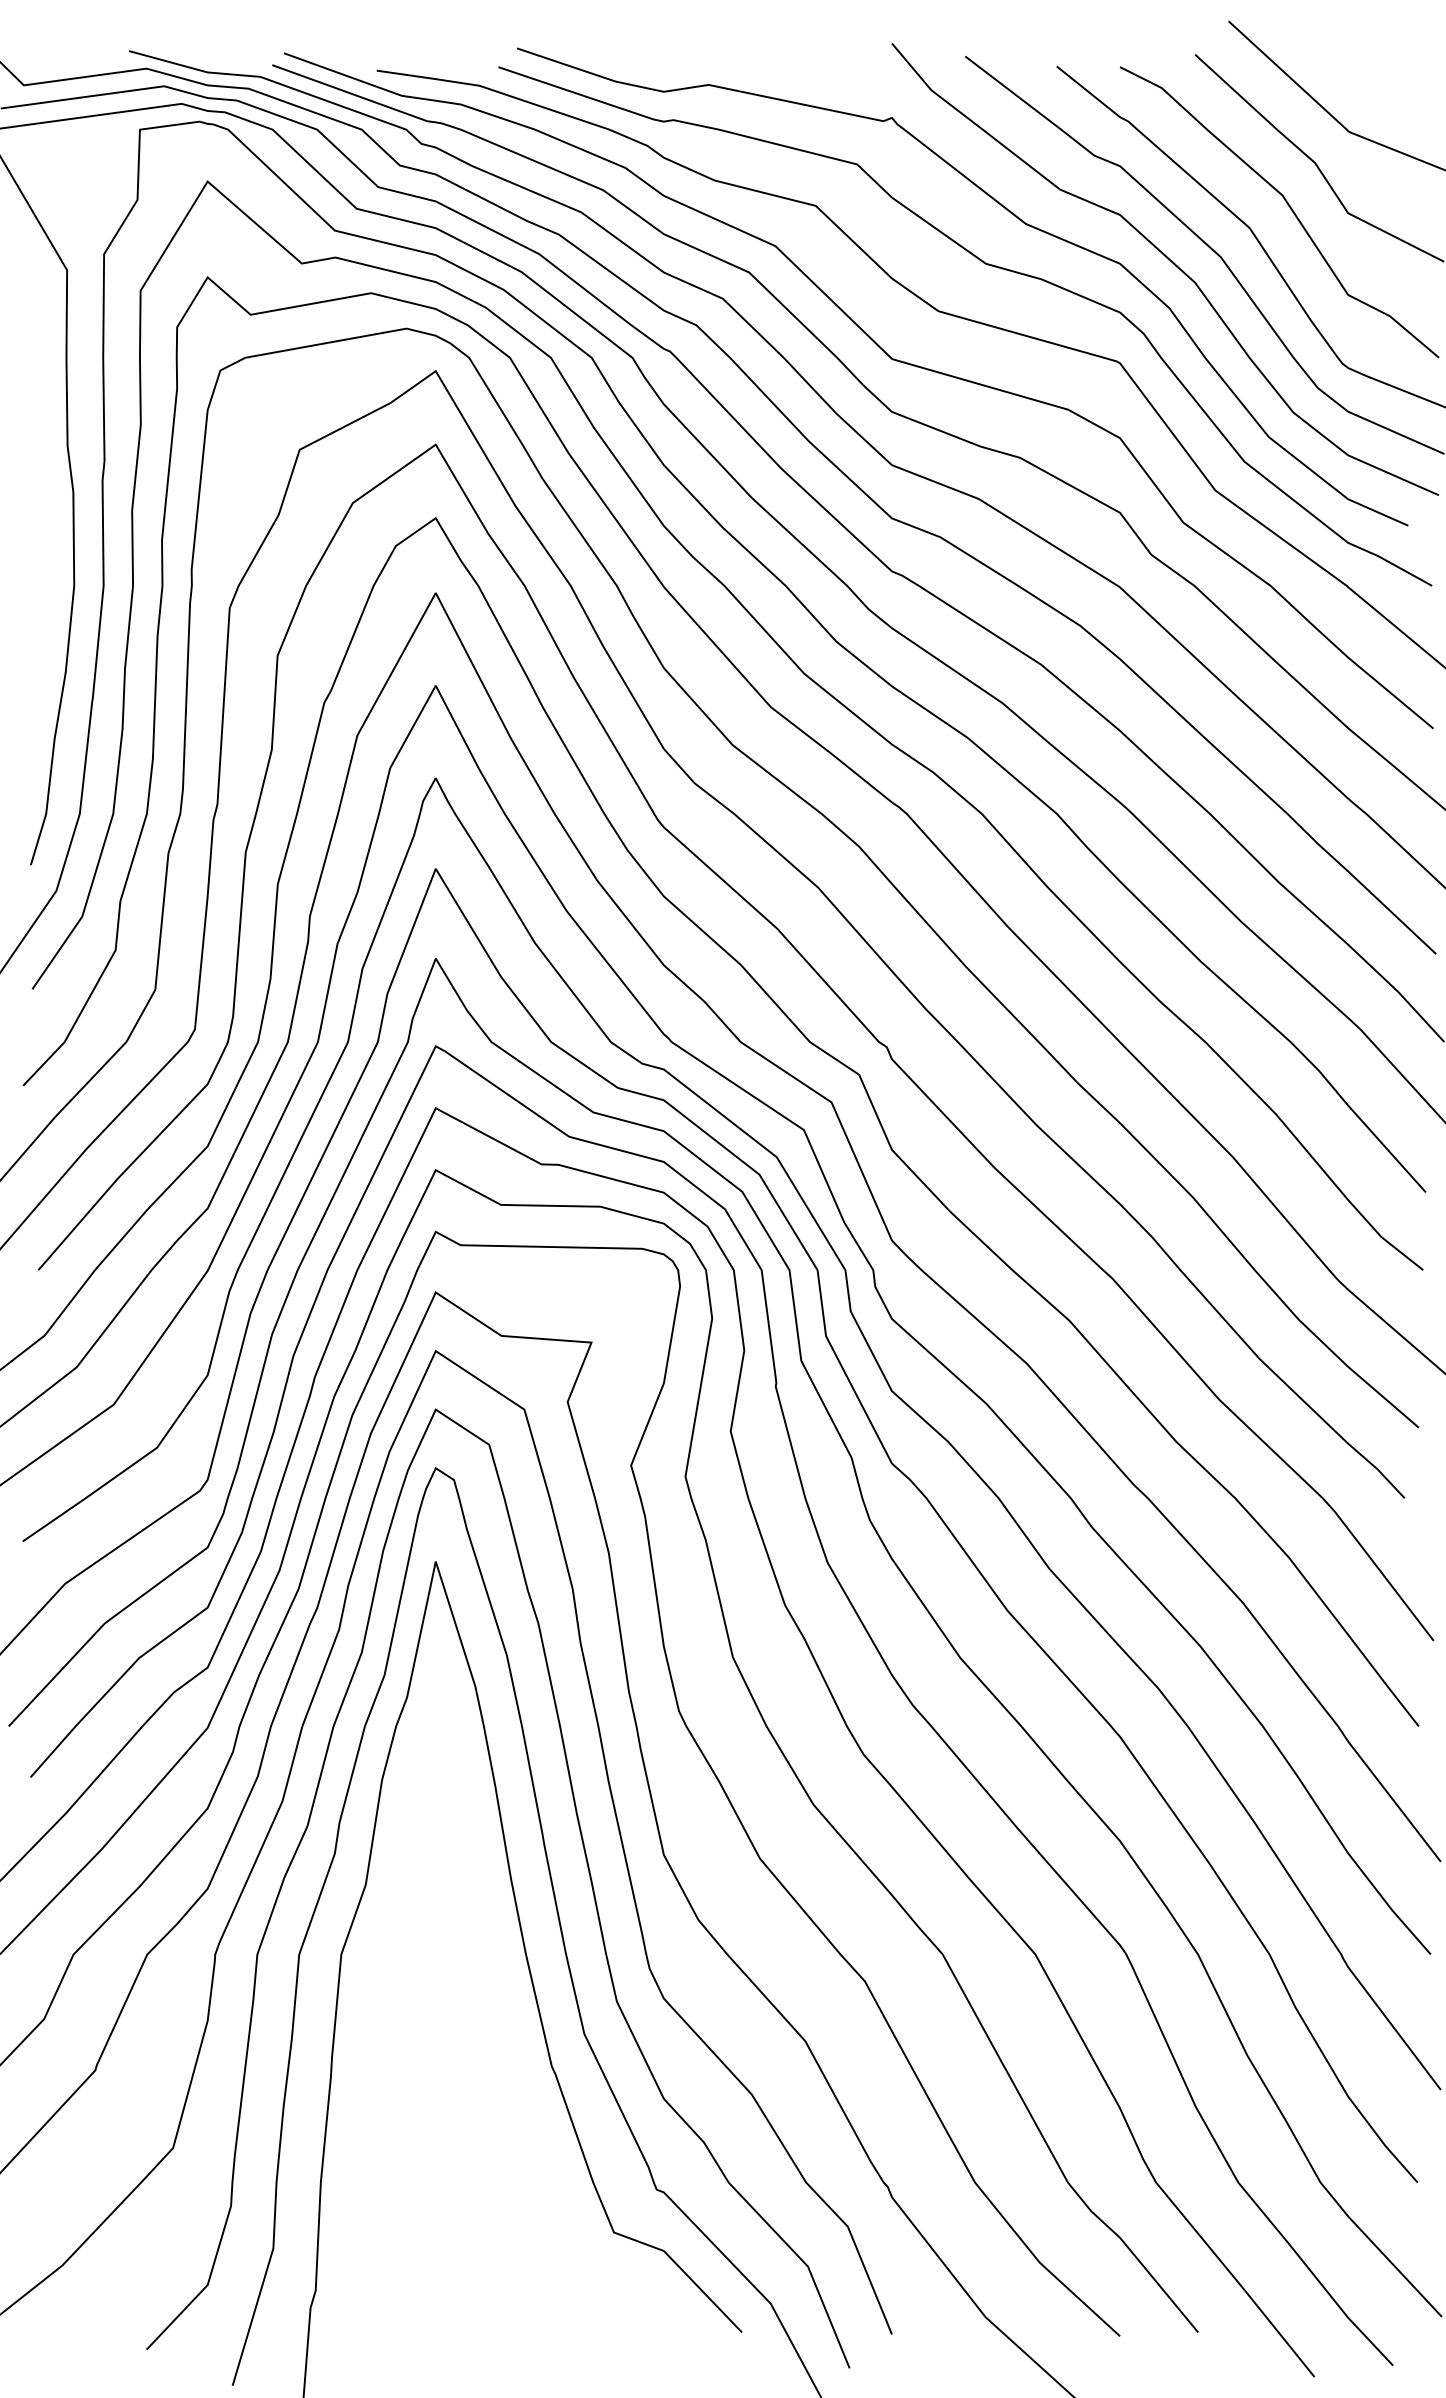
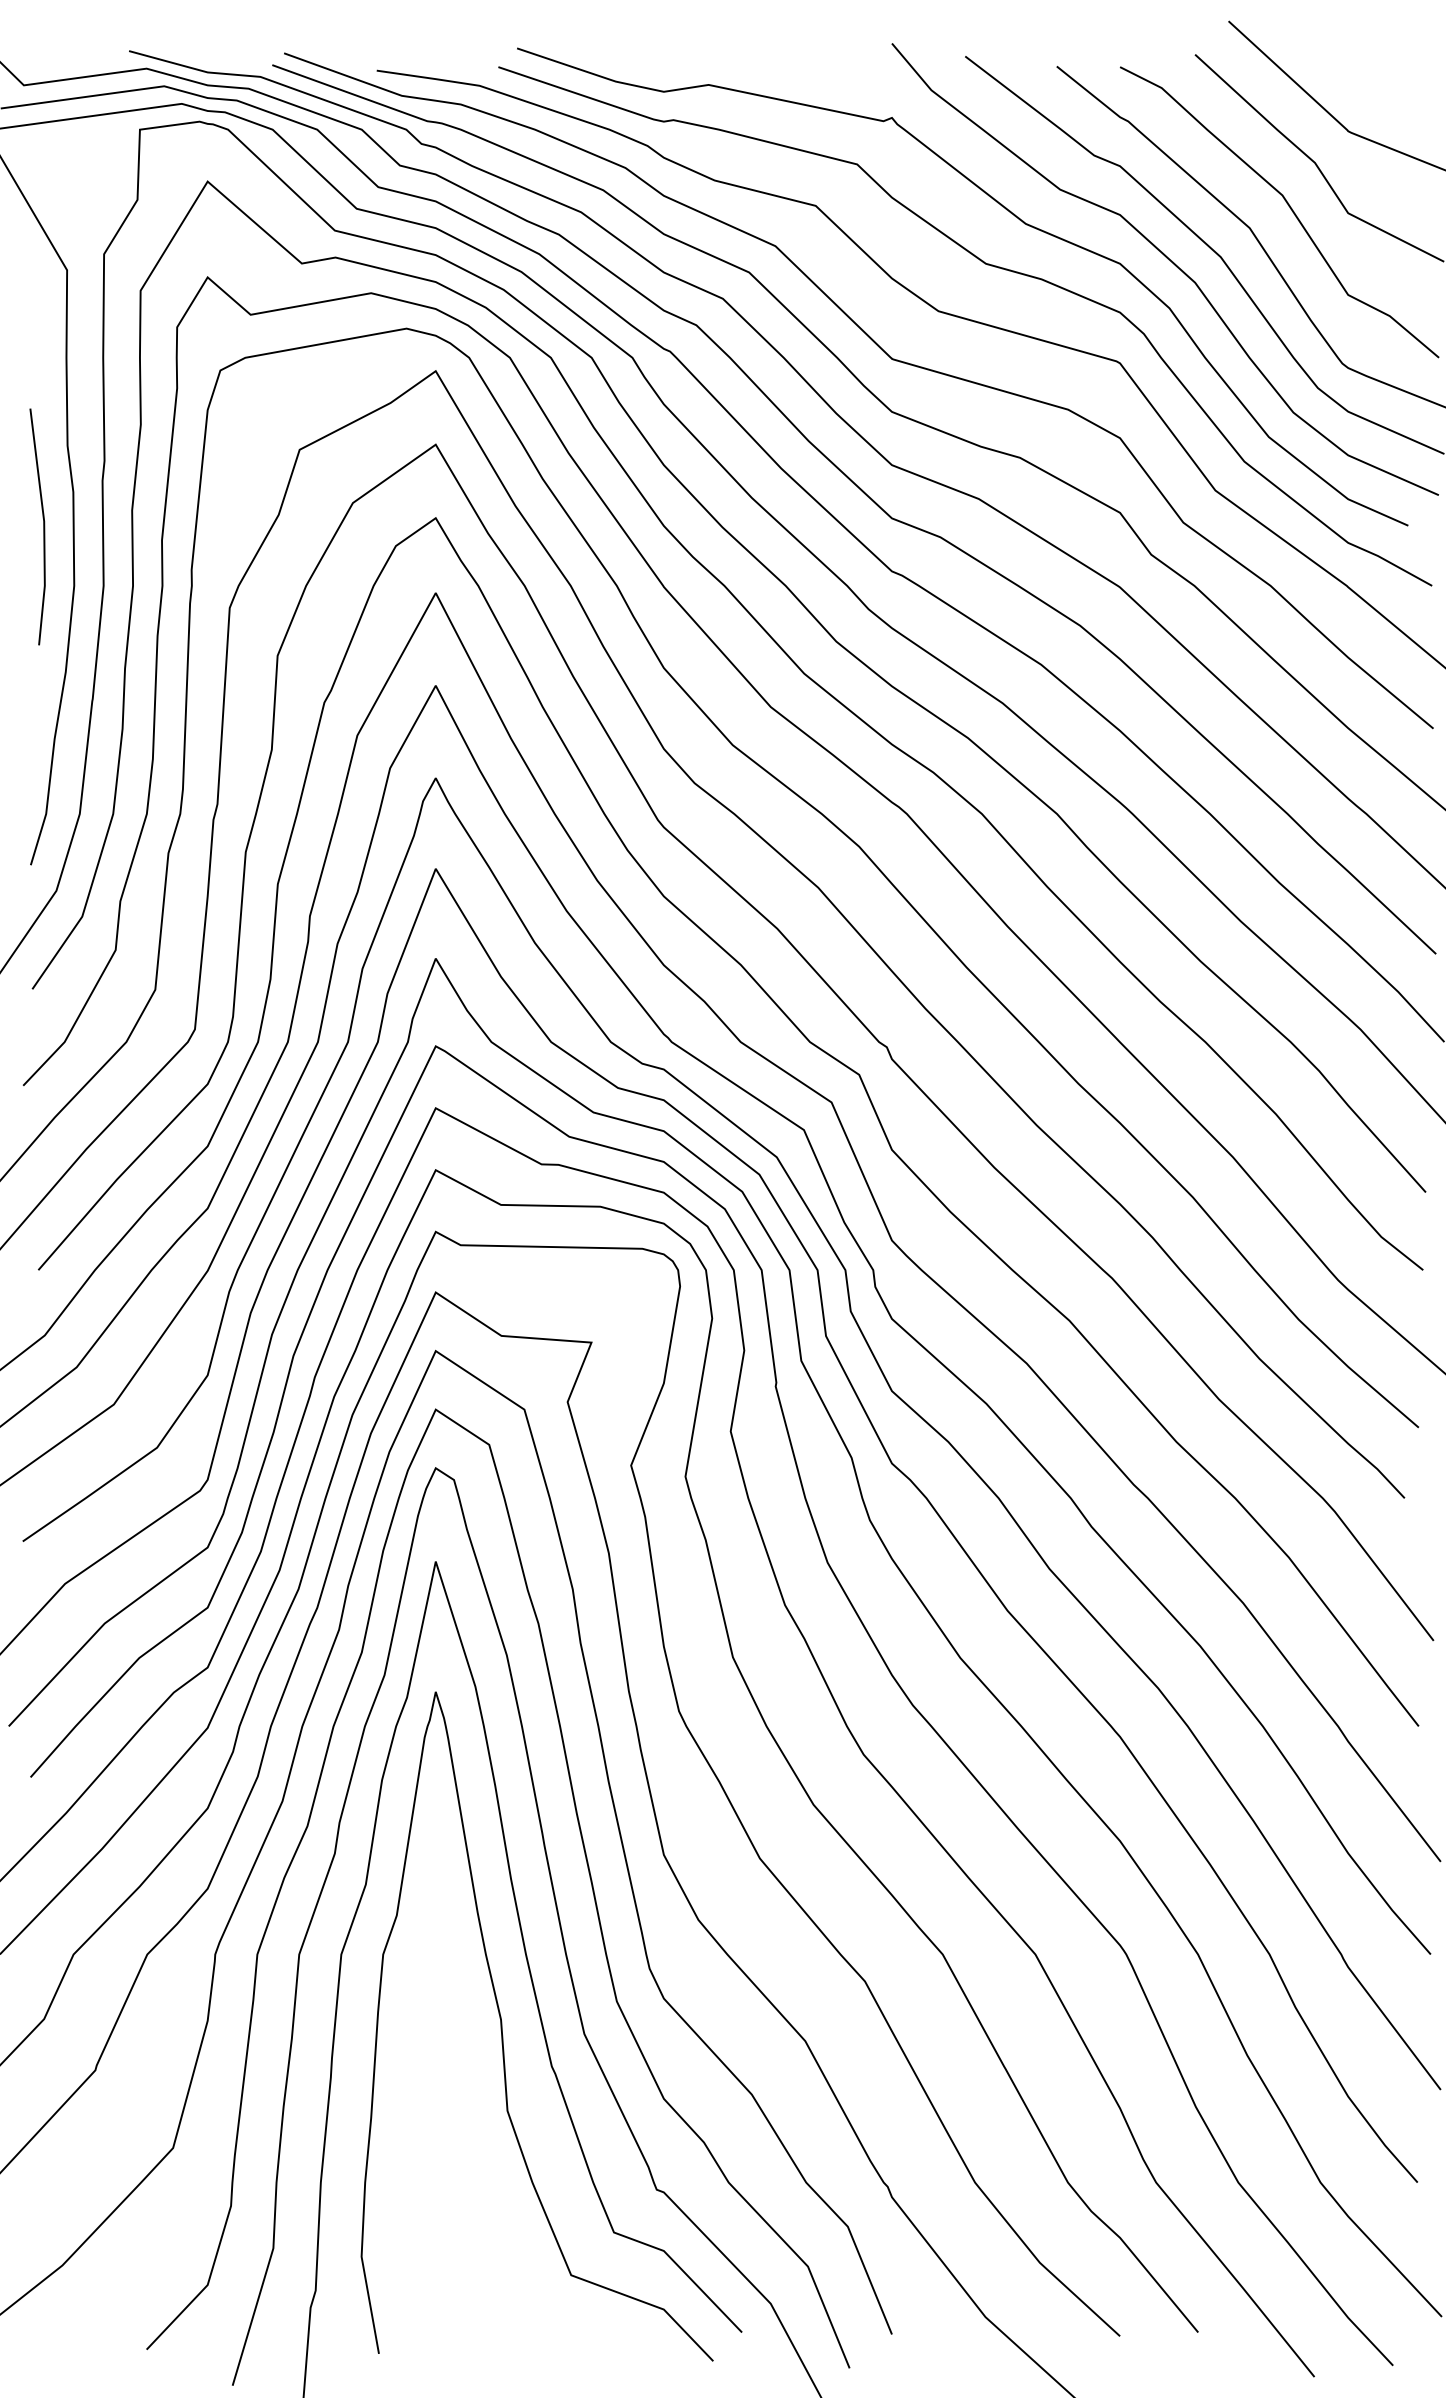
line at (43, 526): none -> present
curve at (502, 2026): none -> present
